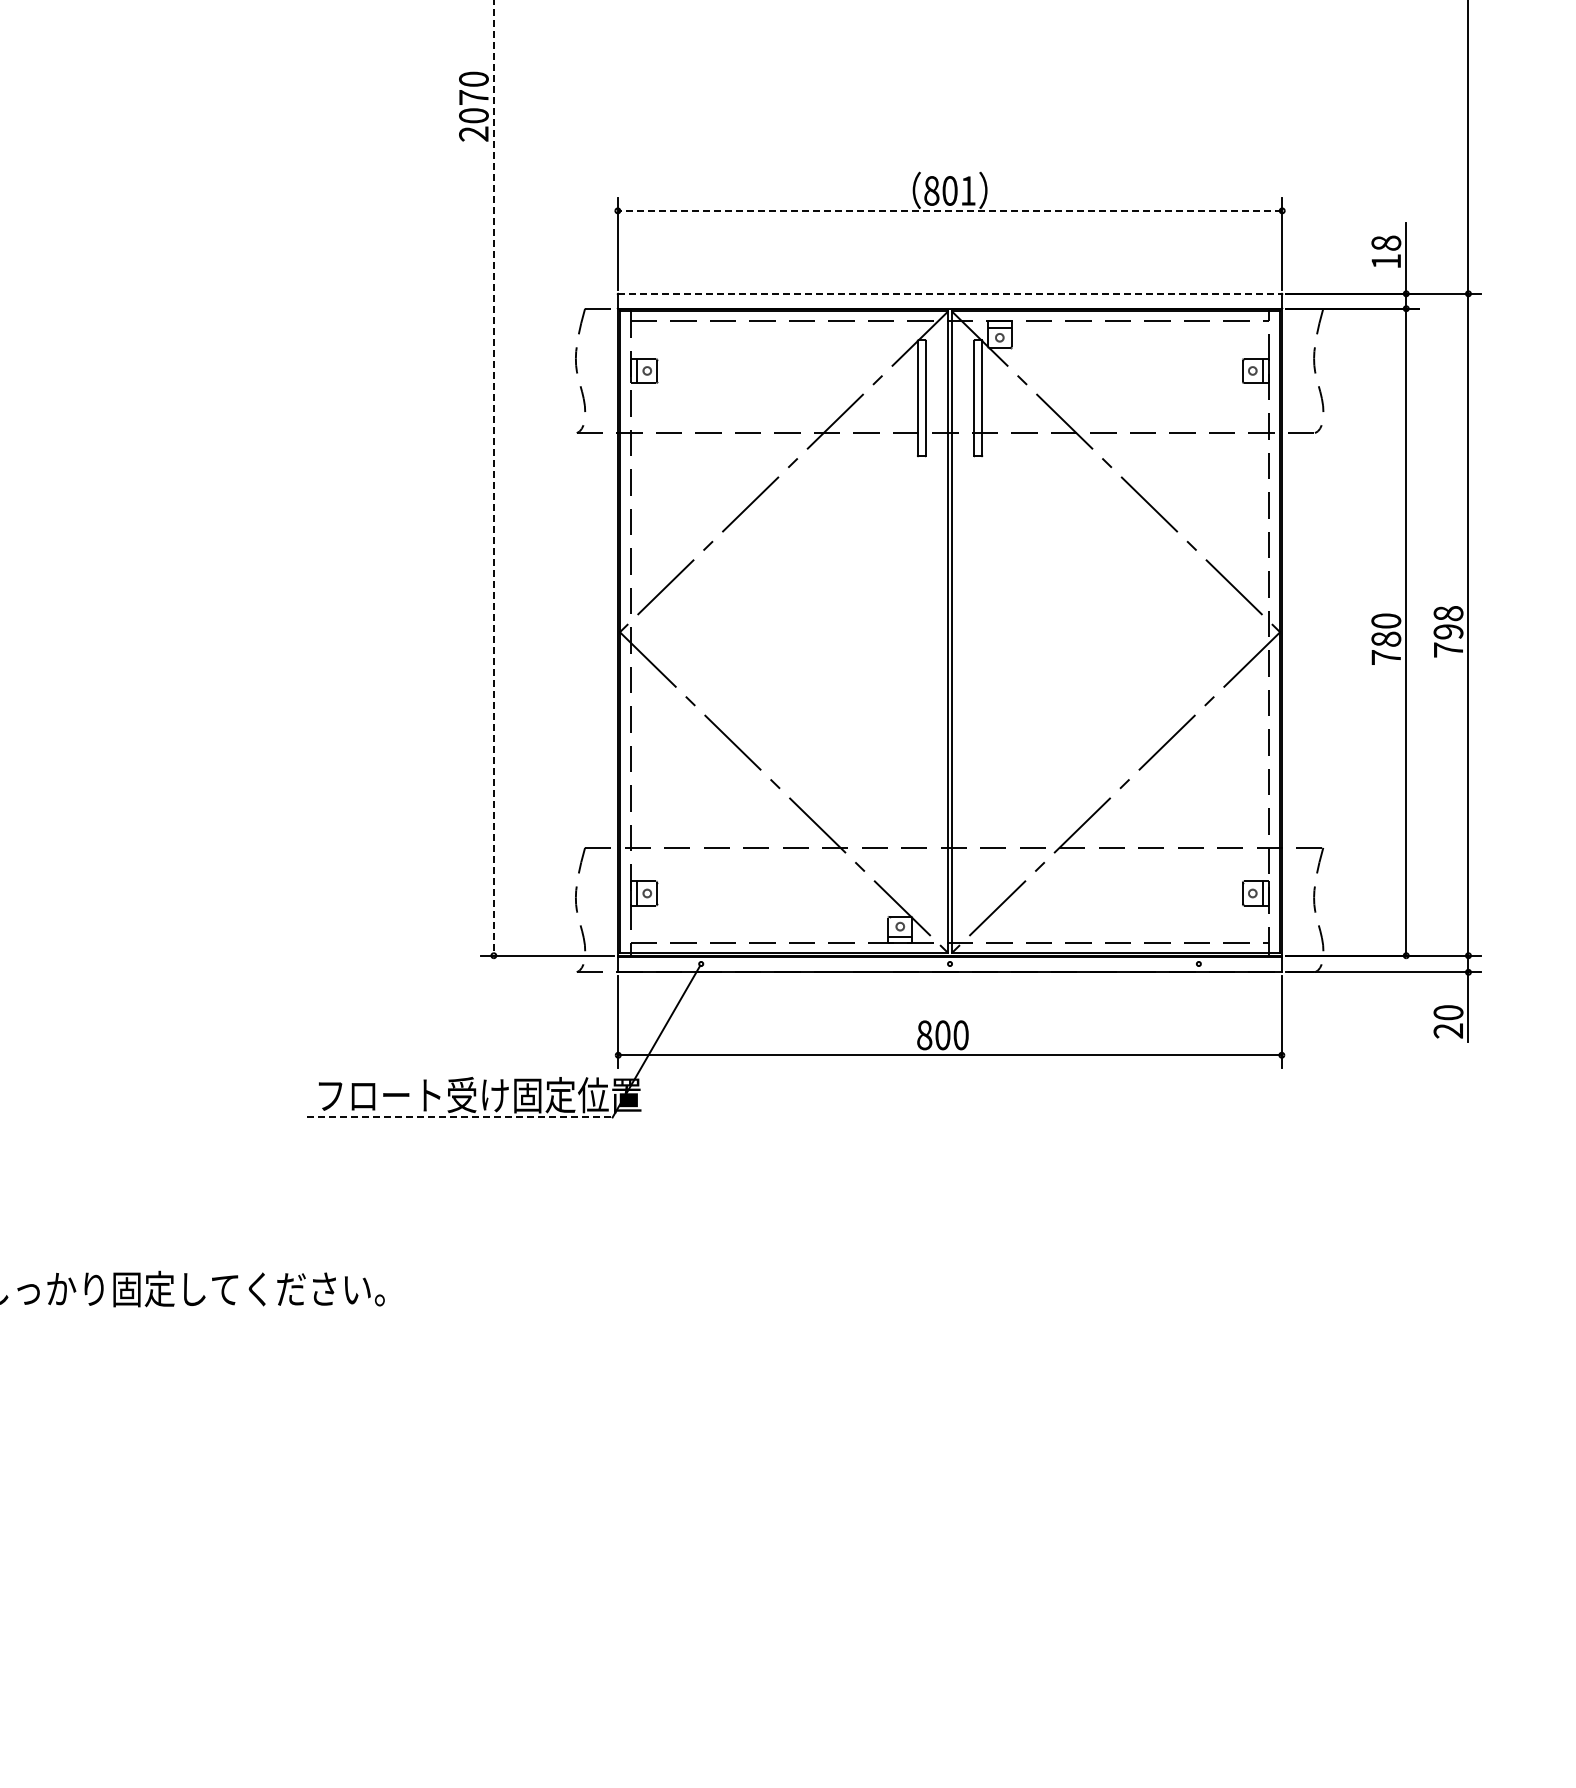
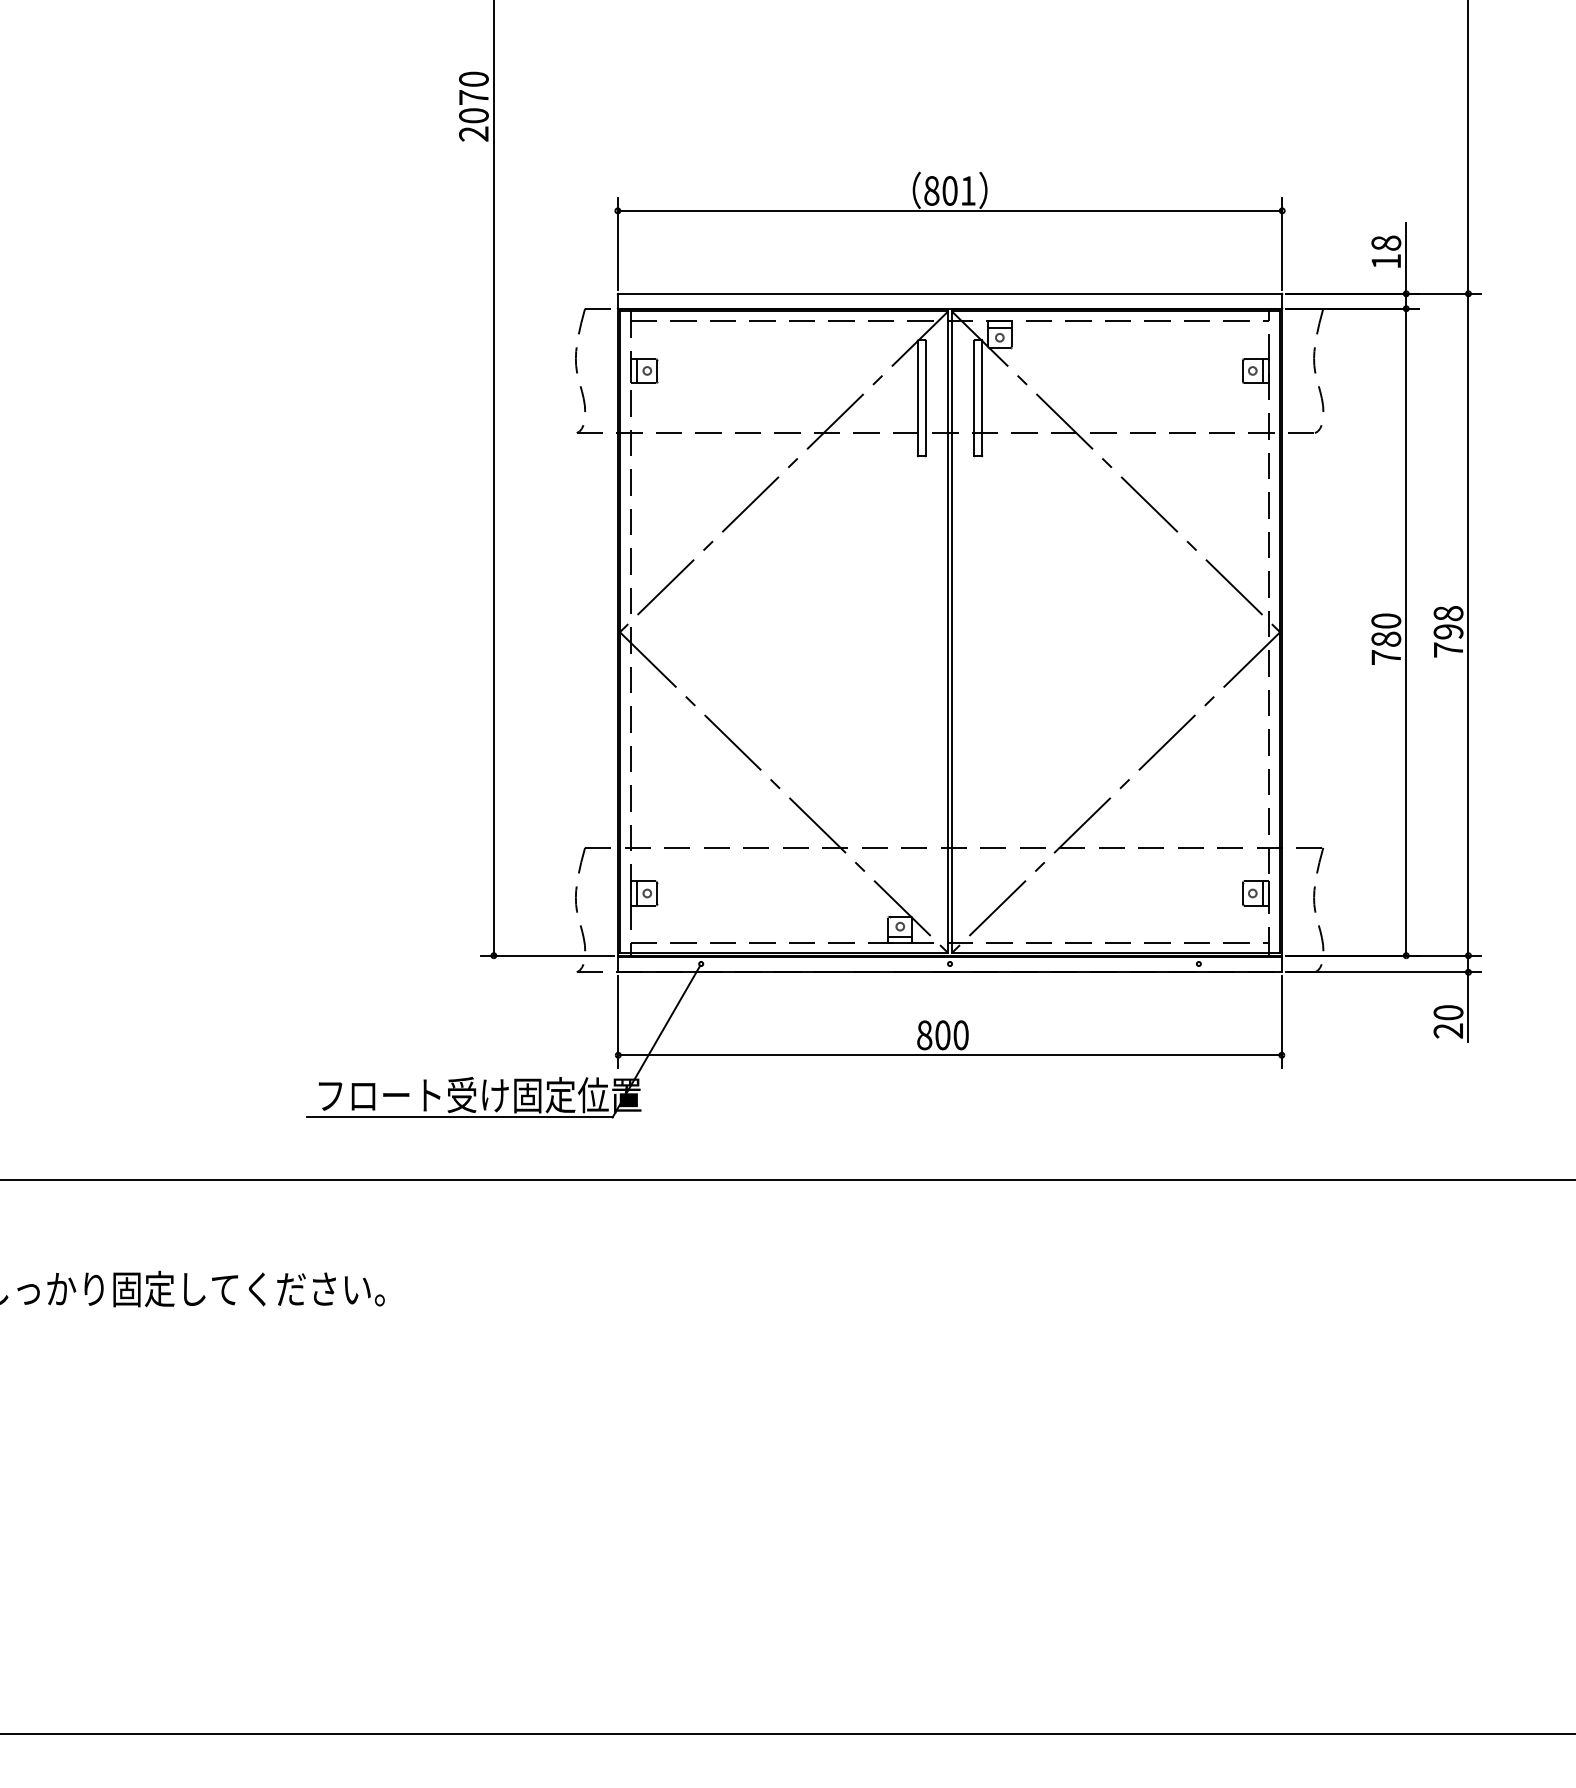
line at (949, 210): dashed -> solid
line at (950, 293): dashed -> solid
line at (493, 478): dashed -> solid
line at (459, 1117): dashed -> solid
line at (787, 1179): none -> present
line at (787, 1734): none -> present
